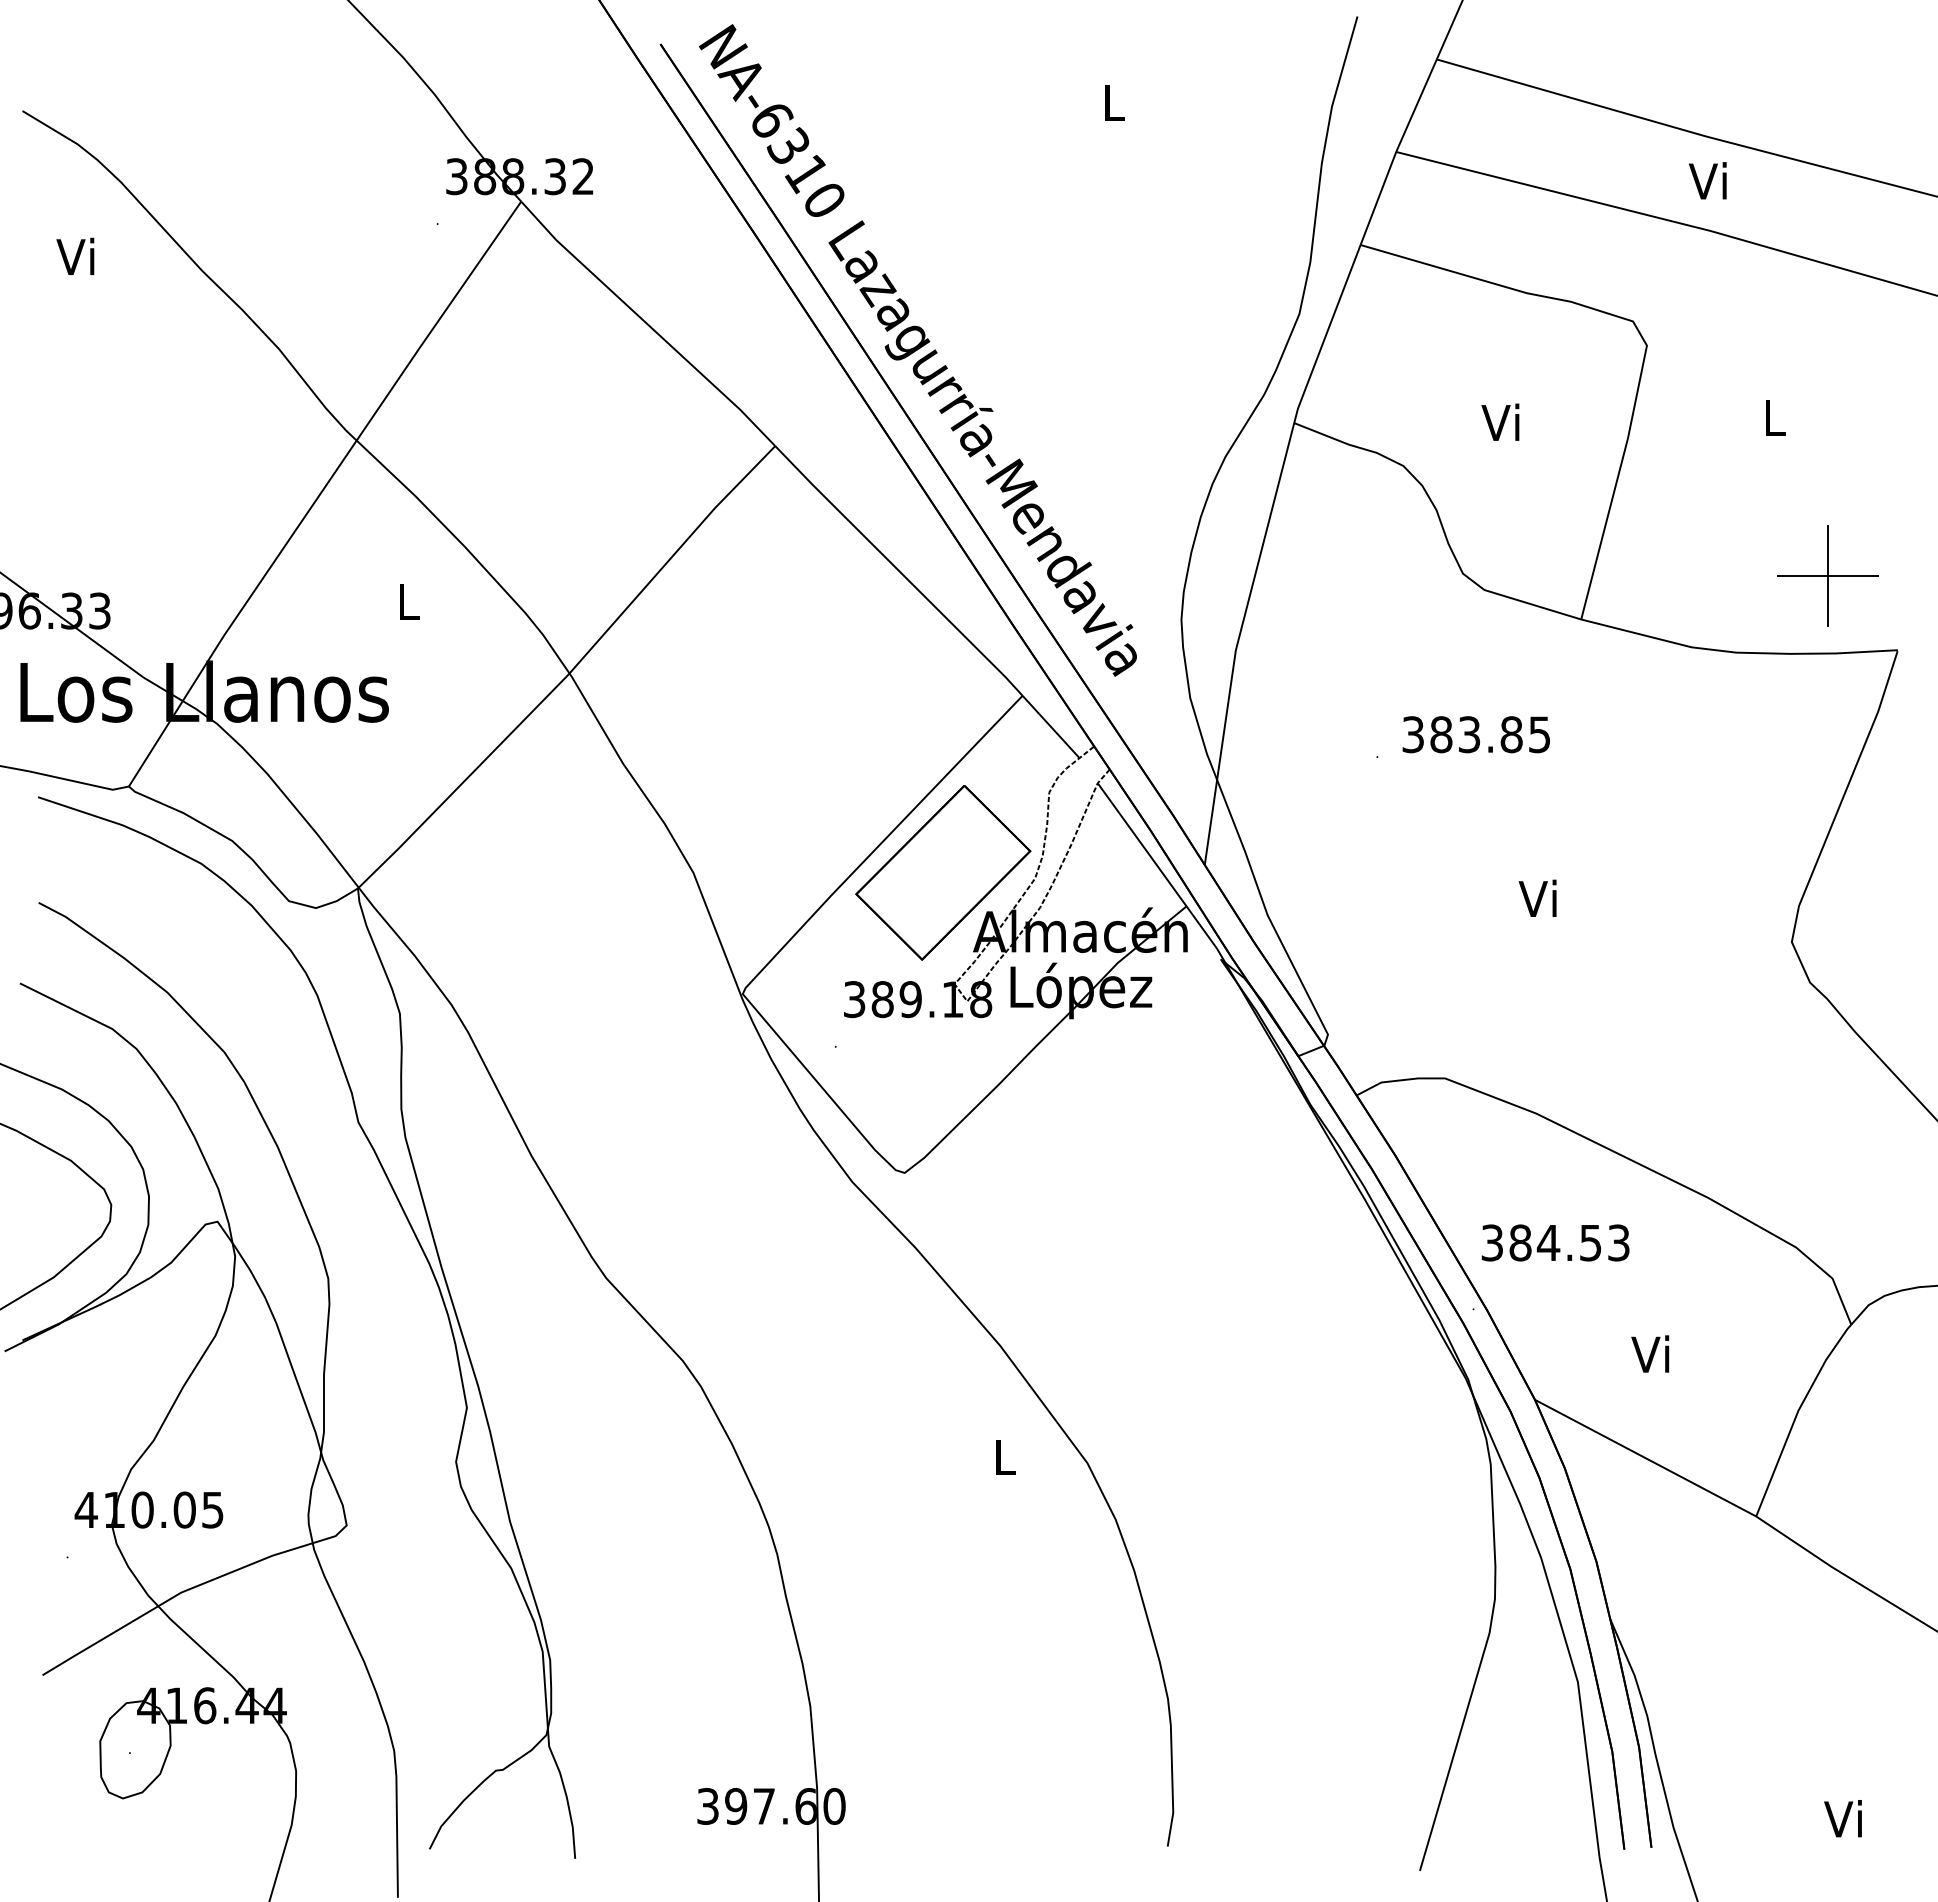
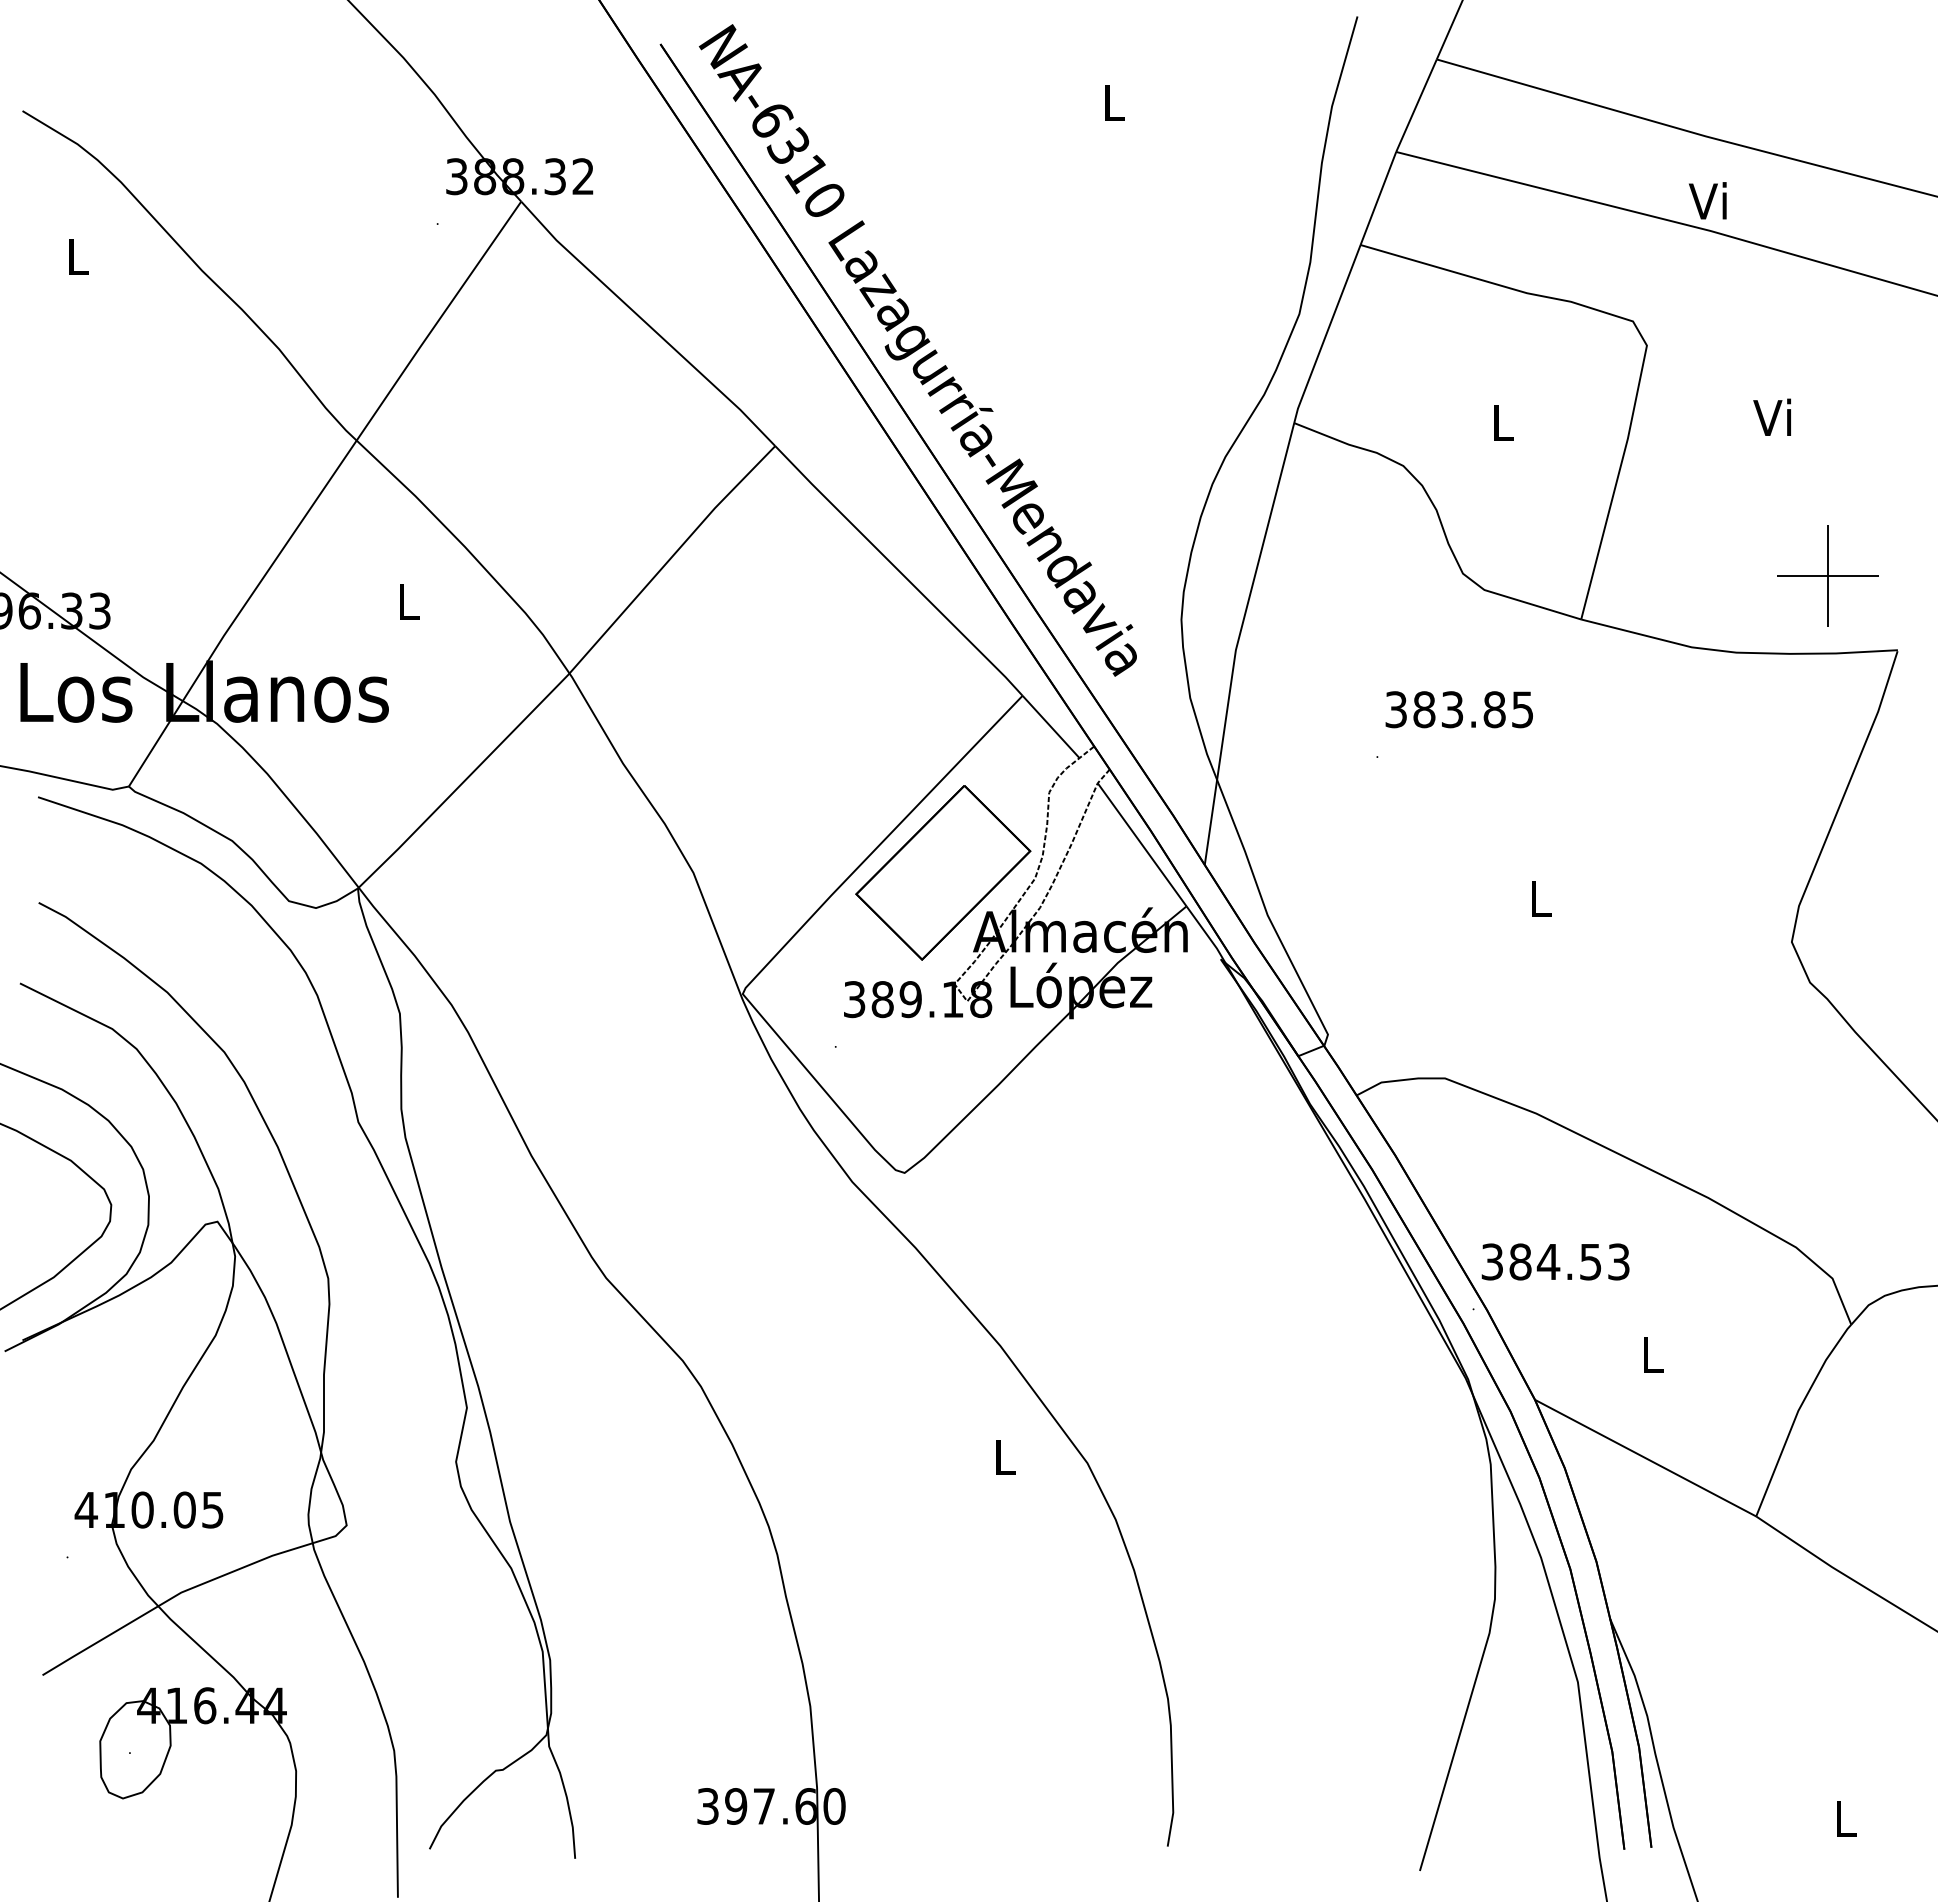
text at (1707, 180) position: (1707, 180) -> (1707, 200)
text at (75, 256): Vi -> L
text at (1772, 416): L -> Vi
text at (1500, 421): Vi -> L
text at (1475, 734) position: (1475, 734) -> (1458, 709)
text at (1537, 897): Vi -> L
text at (1555, 1242) position: (1555, 1242) -> (1555, 1261)
text at (1650, 1353): Vi -> L
text at (1842, 1818): Vi -> L
